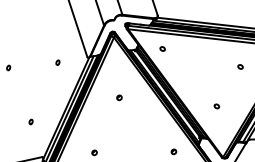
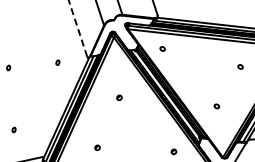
line at (77, 28): solid -> dashed
part at (30, 121) position: (30, 121) -> (13, 129)
part at (94, 152) position: (94, 152) -> (97, 147)
